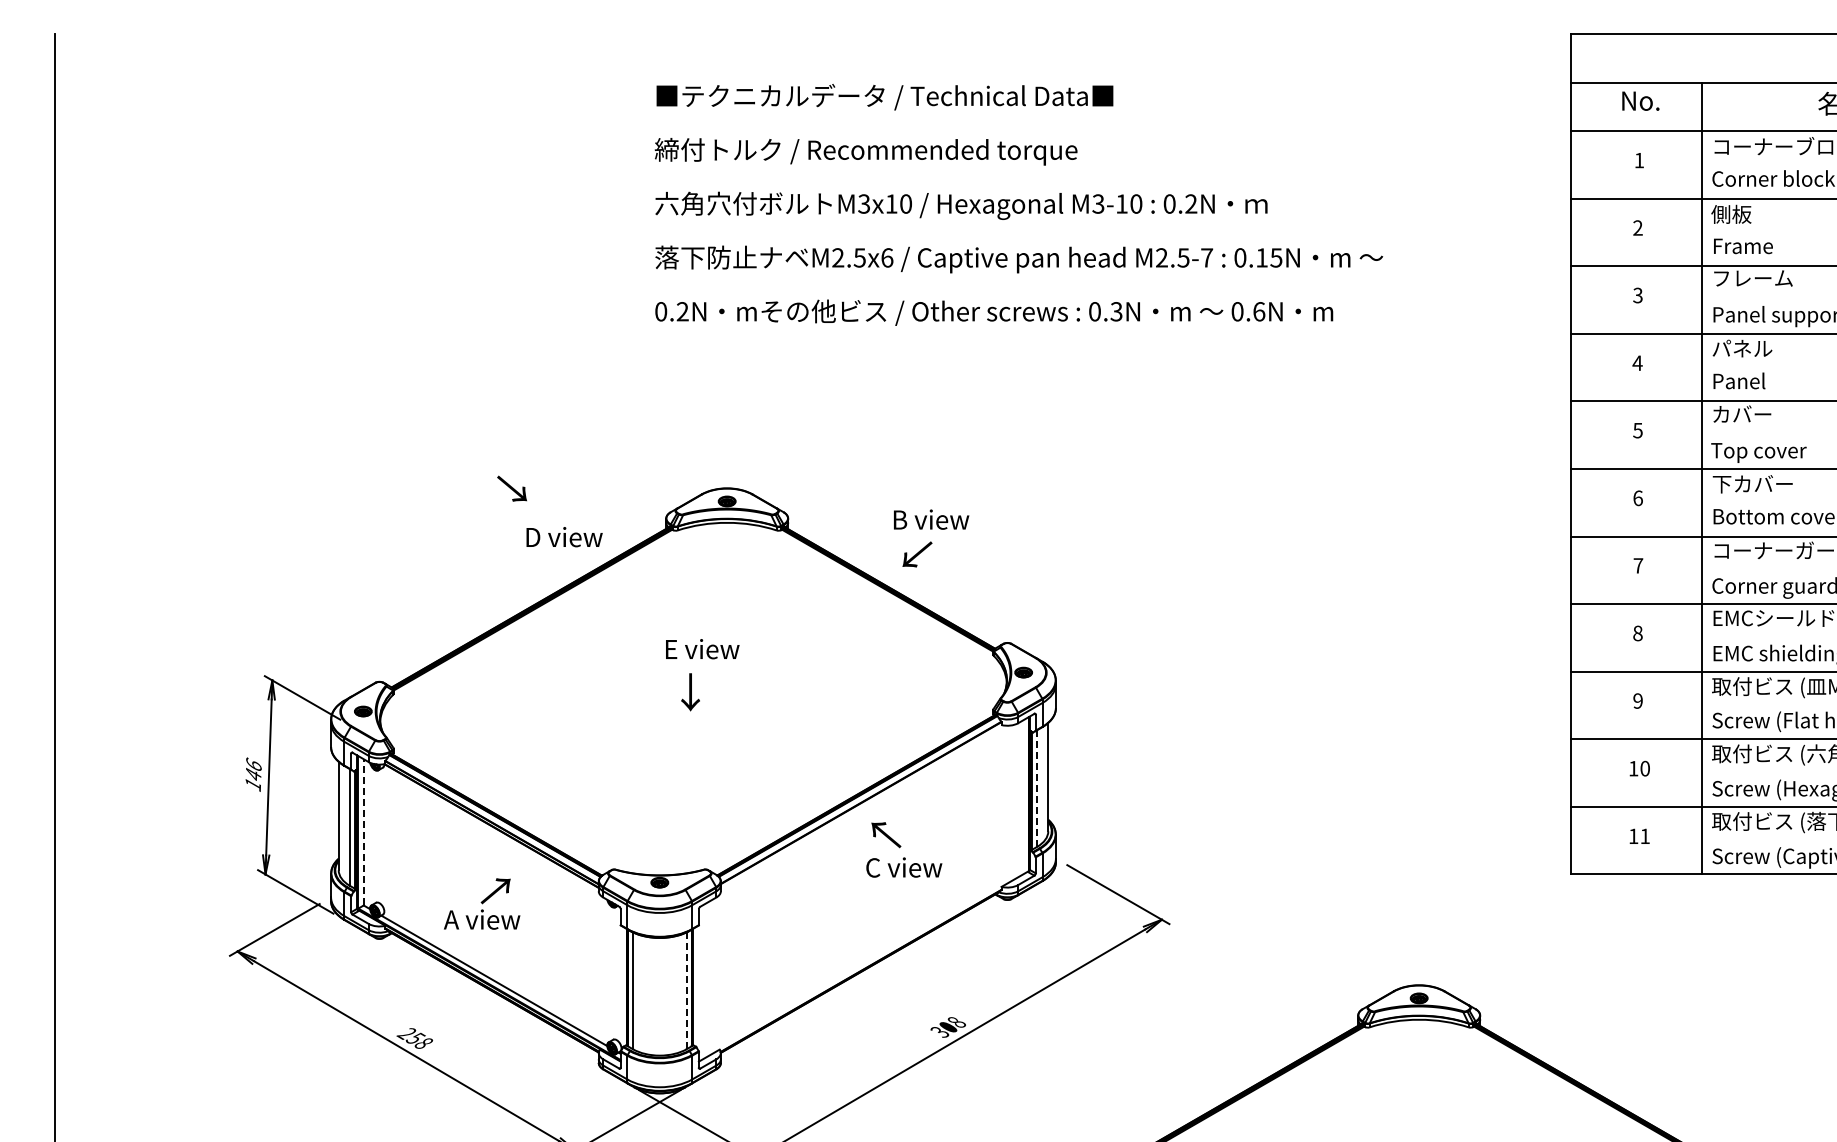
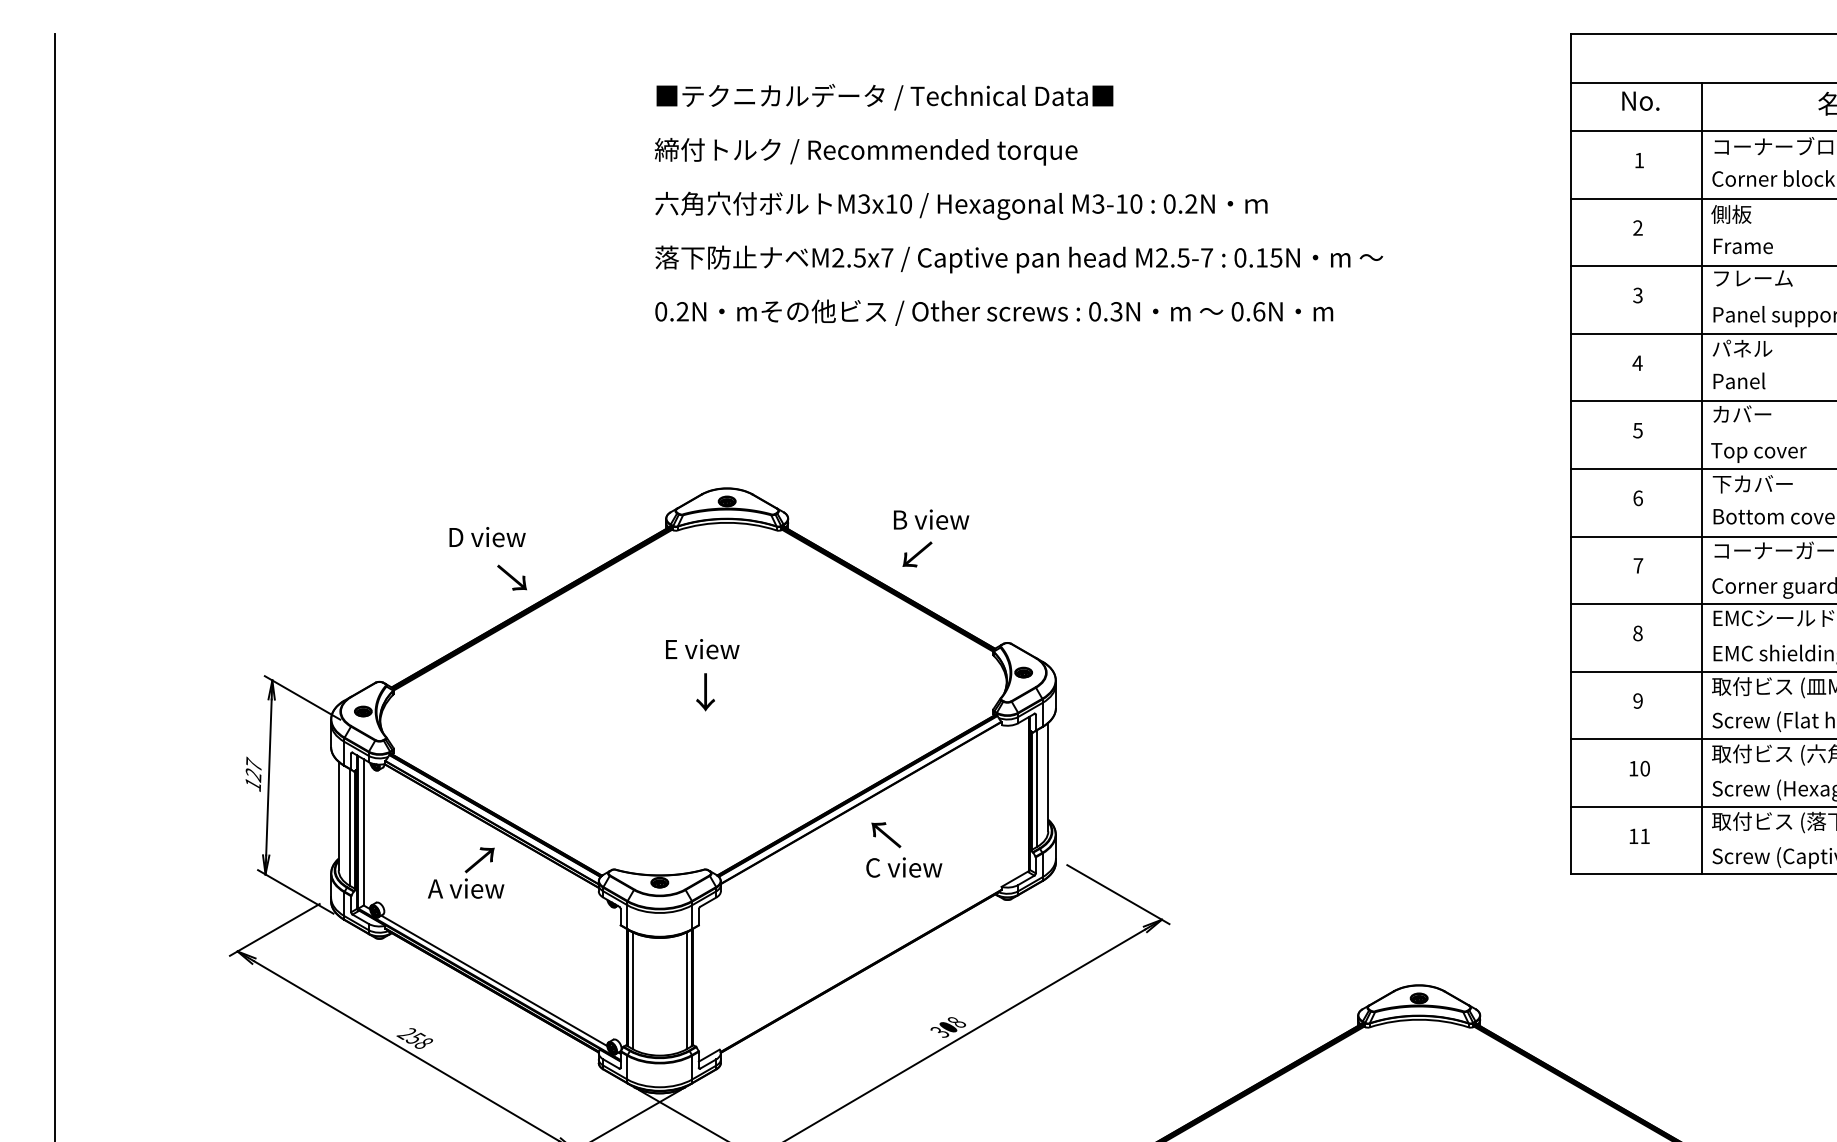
text at (887, 257): M2.5x6 -> M2.5x7
text at (511, 488) position: (511, 488) -> (511, 577)
text at (564, 537) position: (564, 537) -> (487, 537)
text at (690, 692) position: (690, 692) -> (705, 692)
text at (253, 769): 146 -> 127
line at (1037, 789): dashed -> solid
line at (363, 831): dashed -> solid
text at (482, 903) position: (482, 903) -> (466, 872)
line at (686, 990): dashed -> solid
